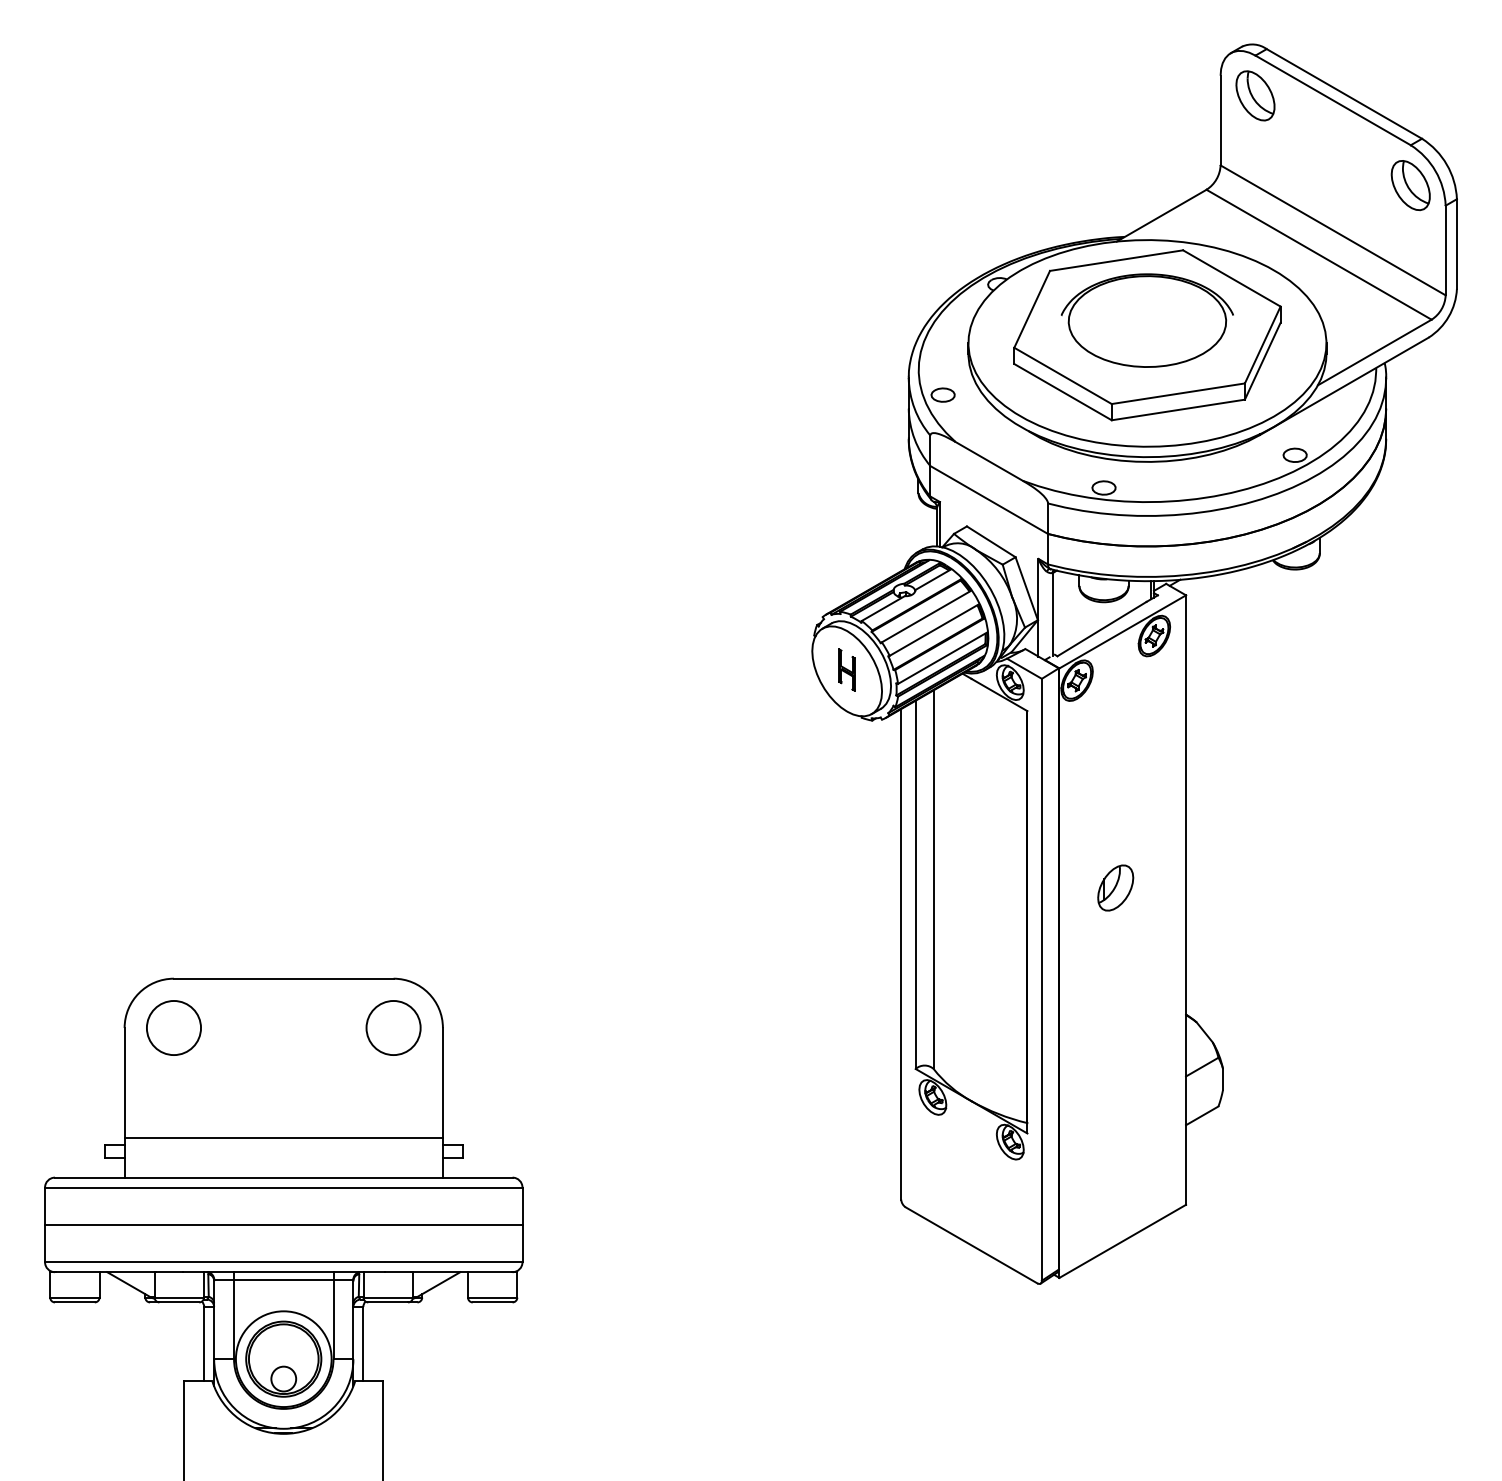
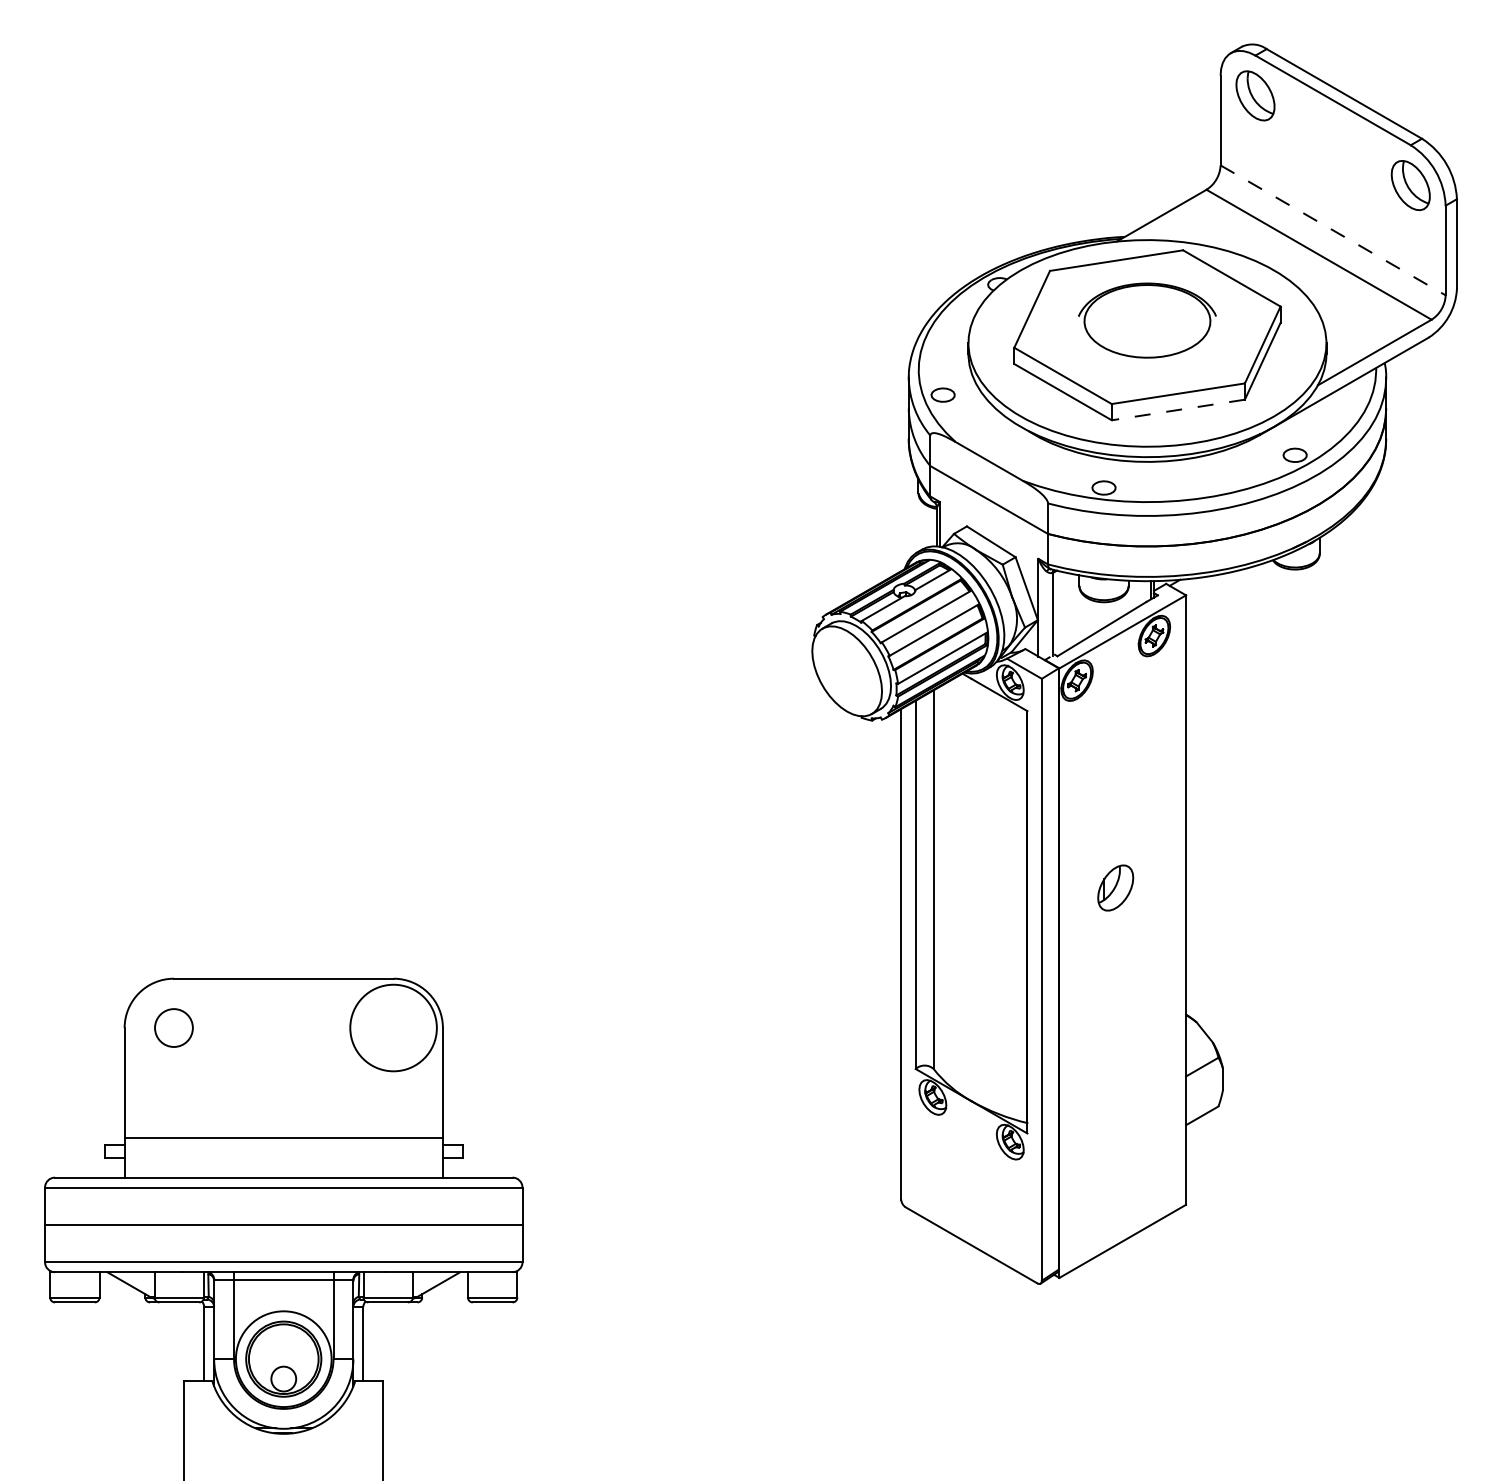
line at (1333, 230): solid -> dashed
part at (1147, 320) size: 173x95 px -> 139x77 px
line at (1177, 410): solid -> dashed
part at (846, 669): present -> none
circle at (173, 1027) diameter: 54 px -> 38 px
circle at (393, 1027) diameter: 54 px -> 87 px
